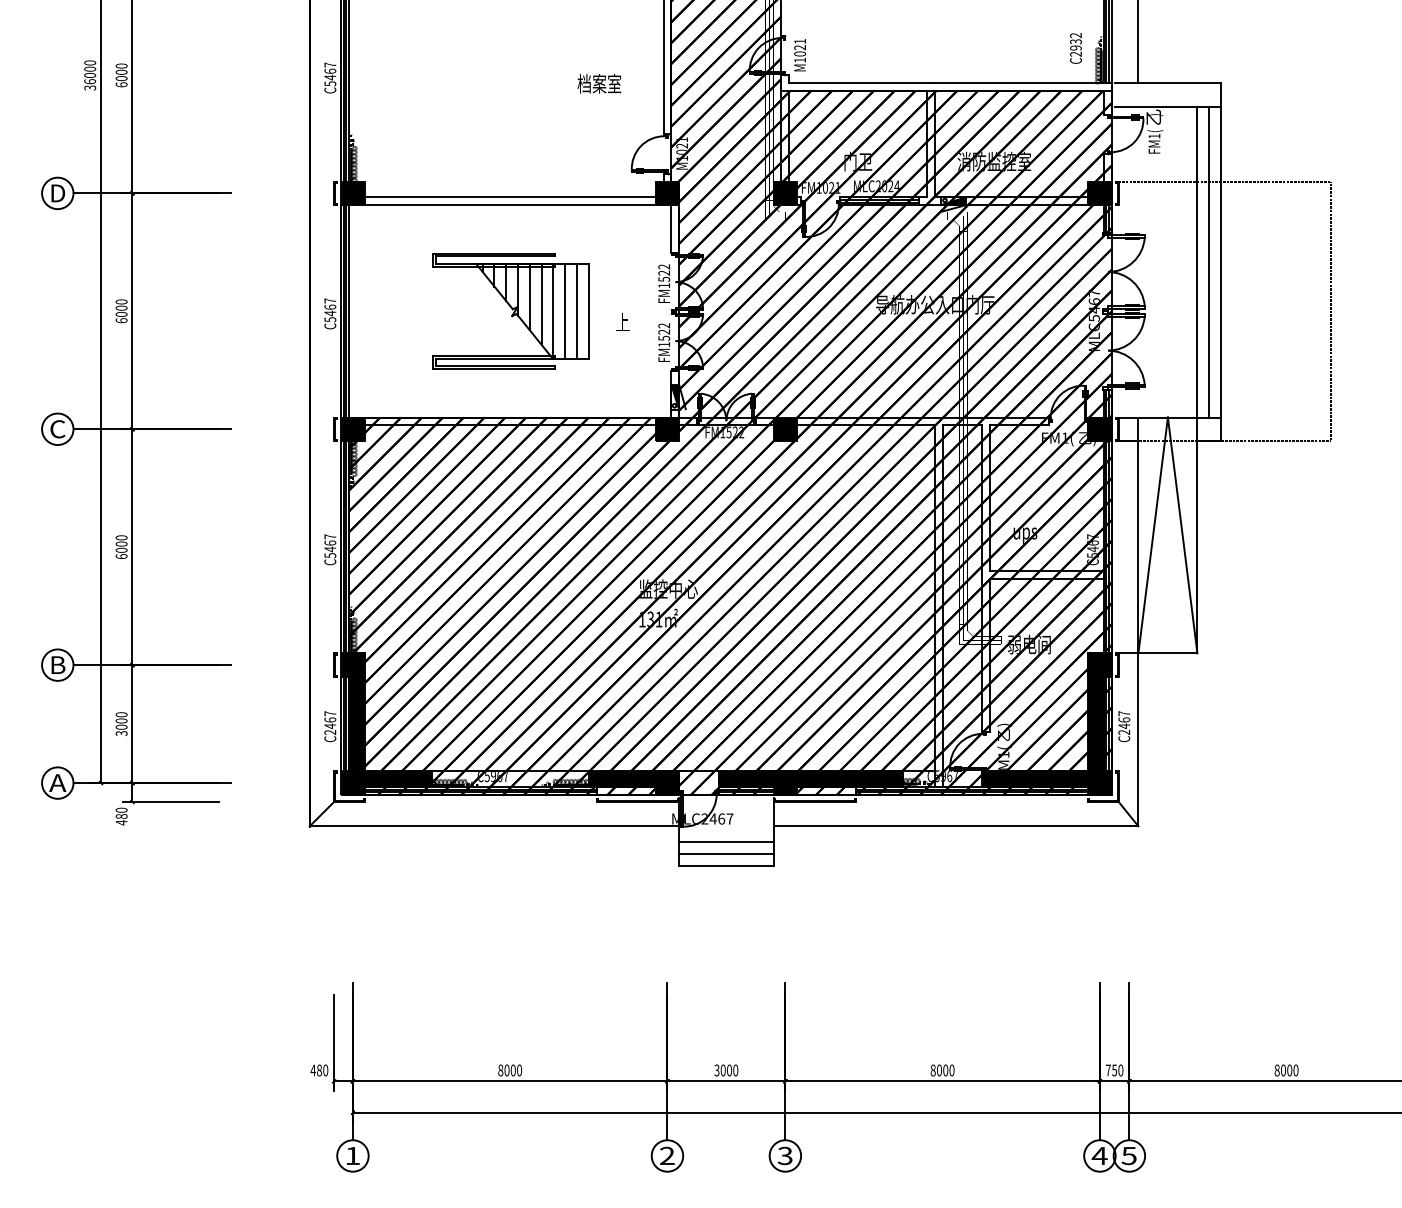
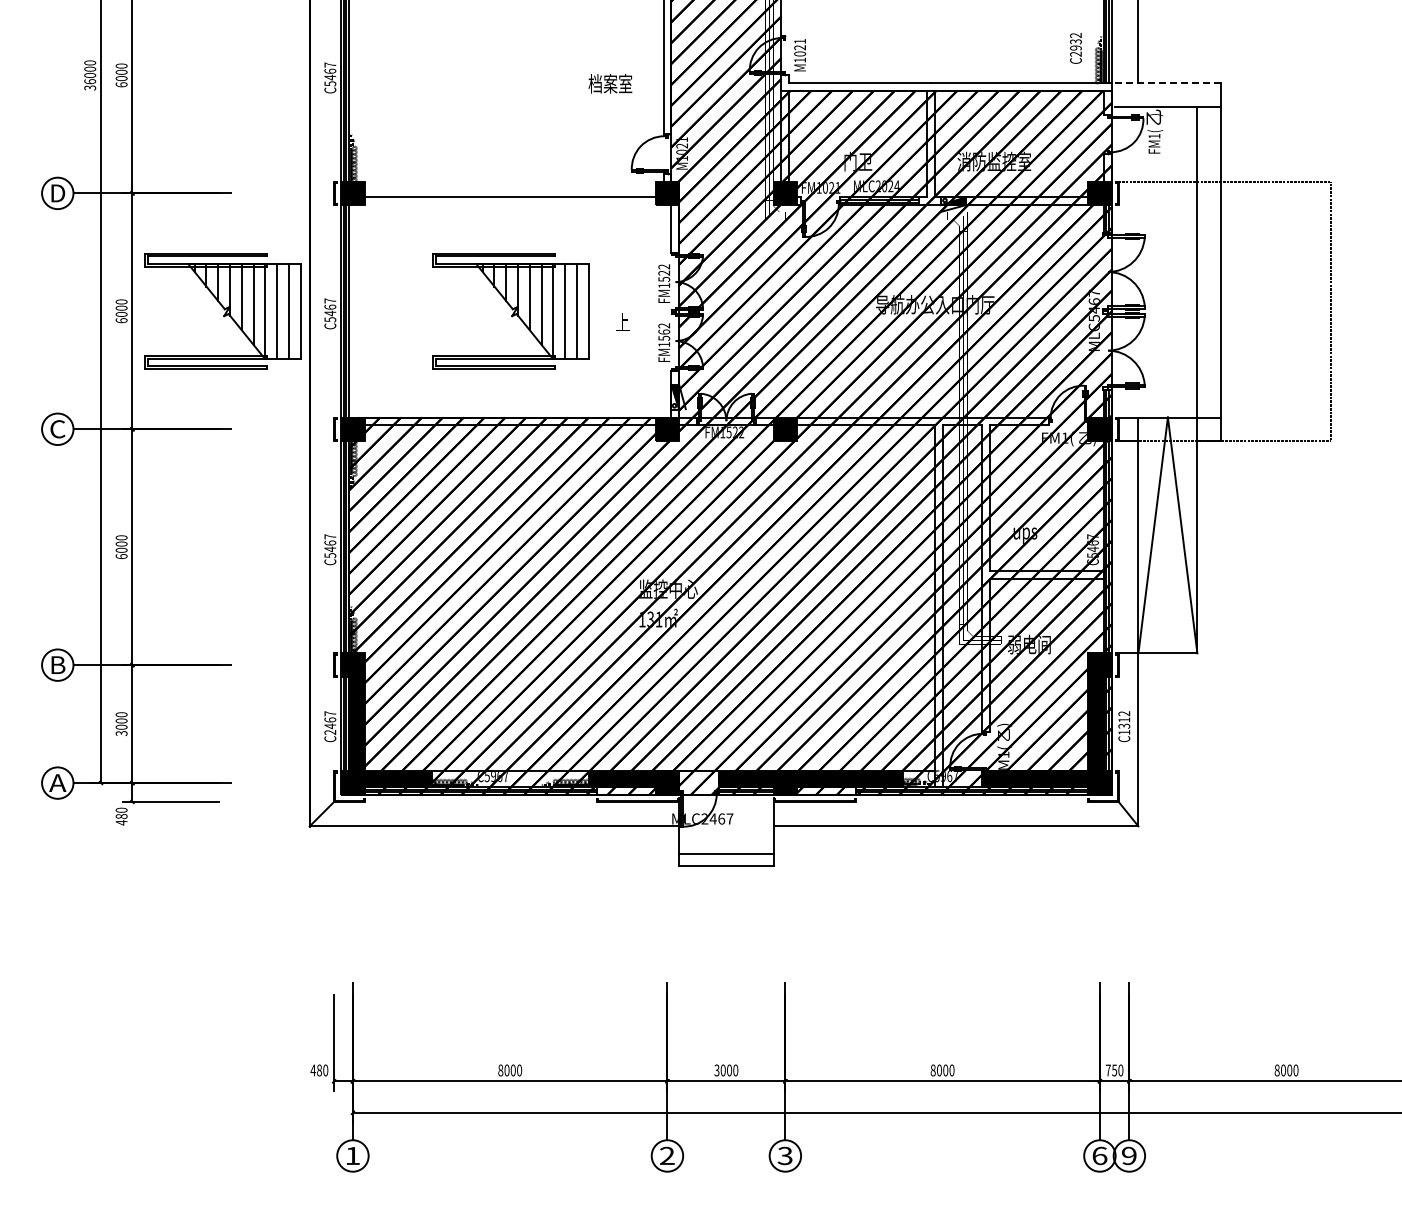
text at (599, 83) position: (599, 83) -> (610, 83)
line at (1167, 83): solid -> dashed
line at (509, 205): present -> none
line at (1209, 261): present -> none
part at (222, 311): none -> present
text at (664, 331): FM1522 -> FM1562
text at (1124, 723): C2467 -> C1312
line at (726, 842): present -> none
text at (1099, 1155): 4 -> 6
text at (1128, 1155): 5 -> 9
